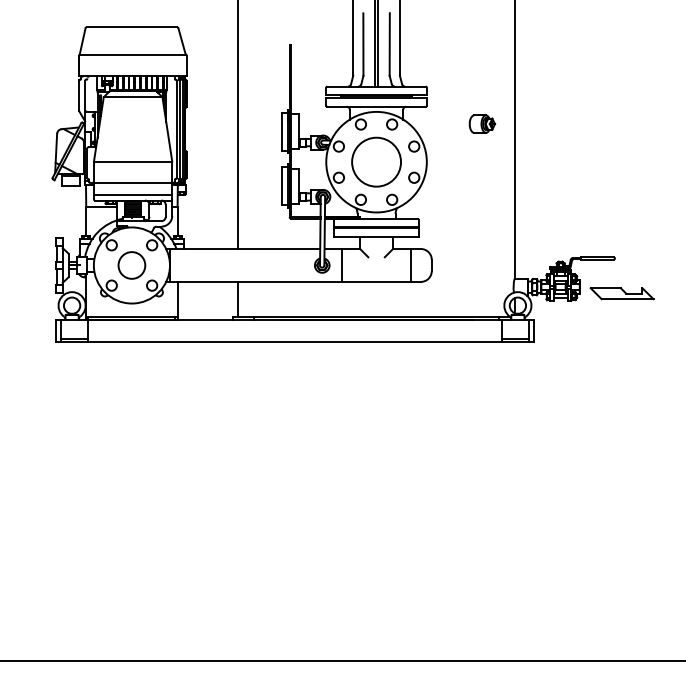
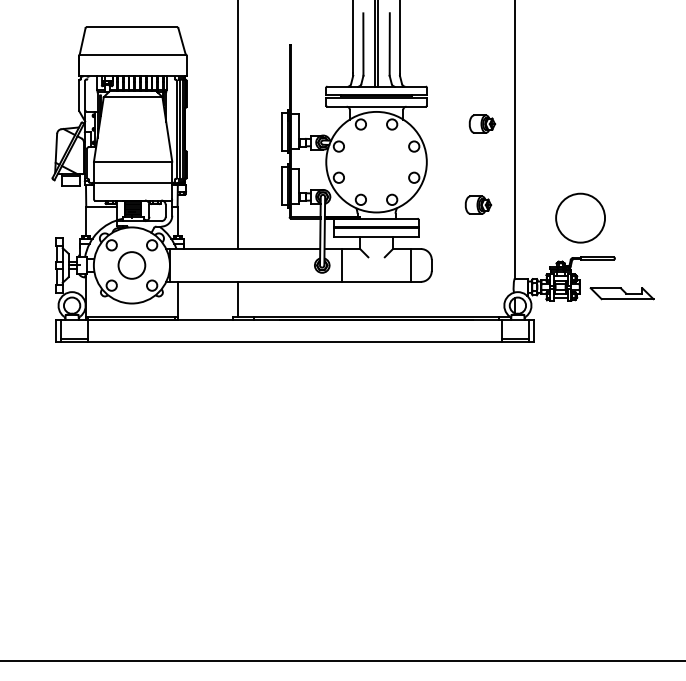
circle at (376, 161) position: (376, 161) -> (580, 217)
line at (132, 195): present -> none
part at (478, 204): none -> present
